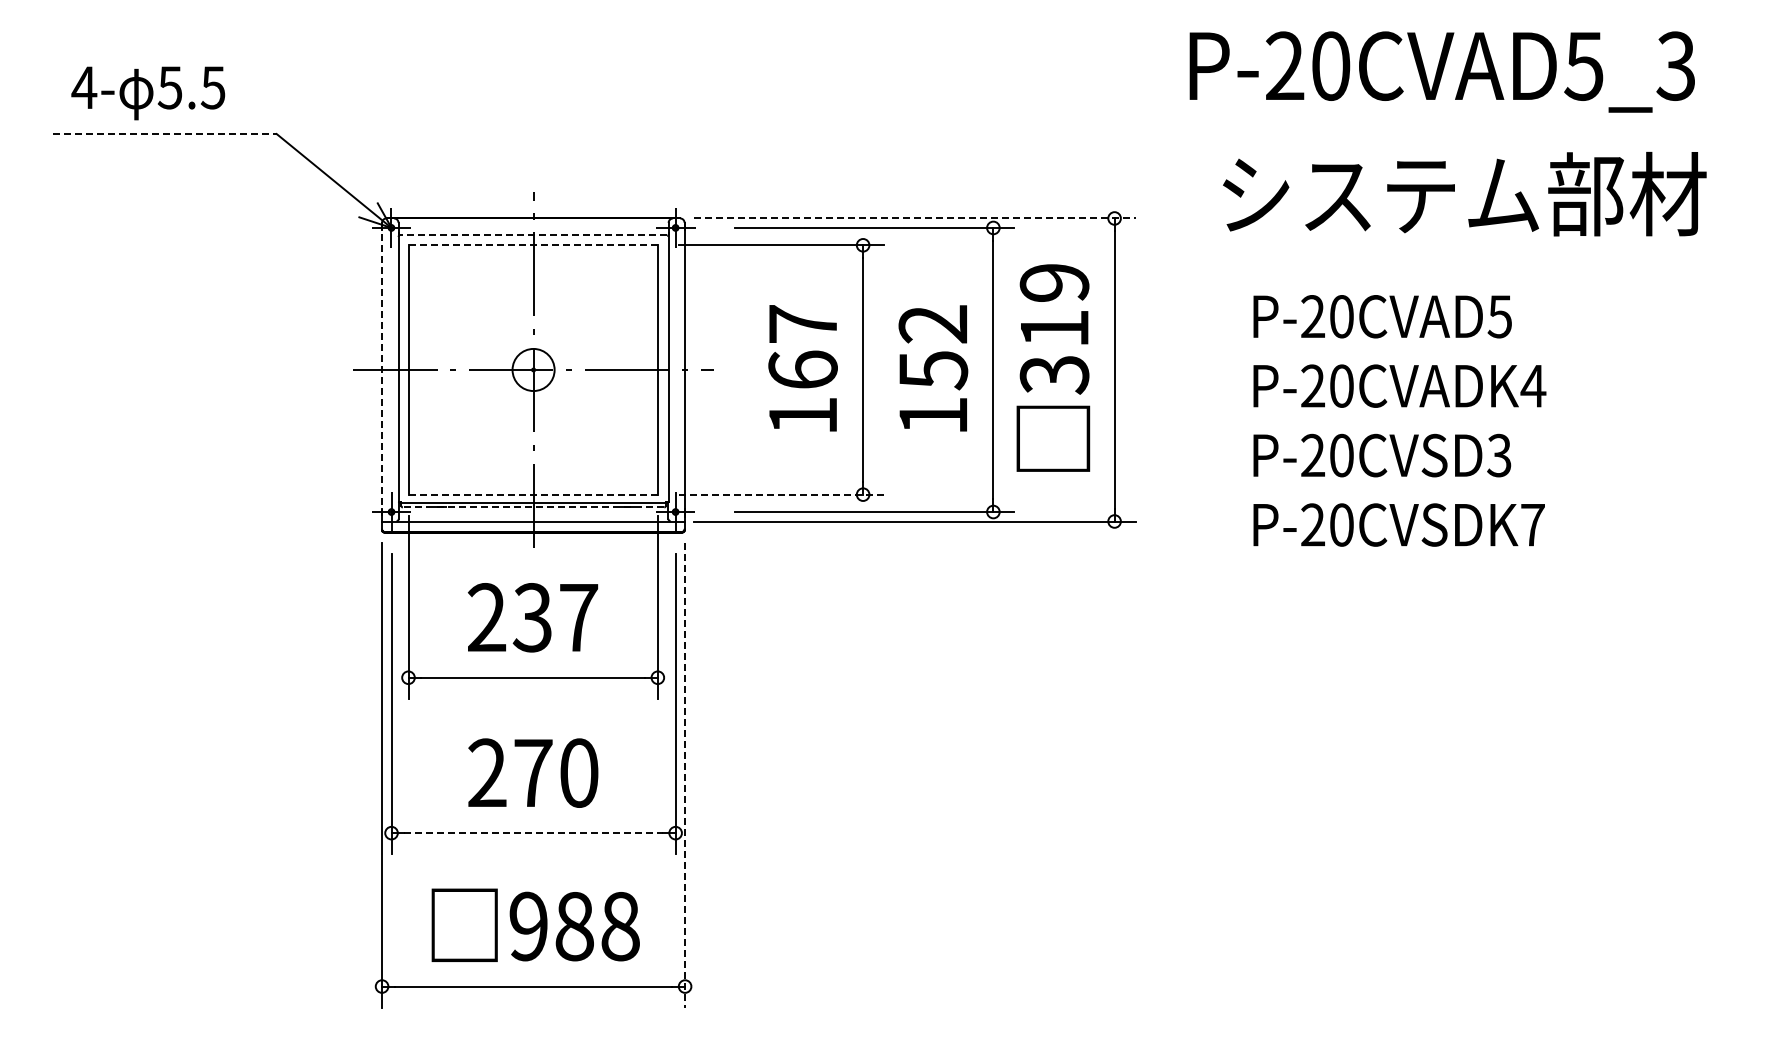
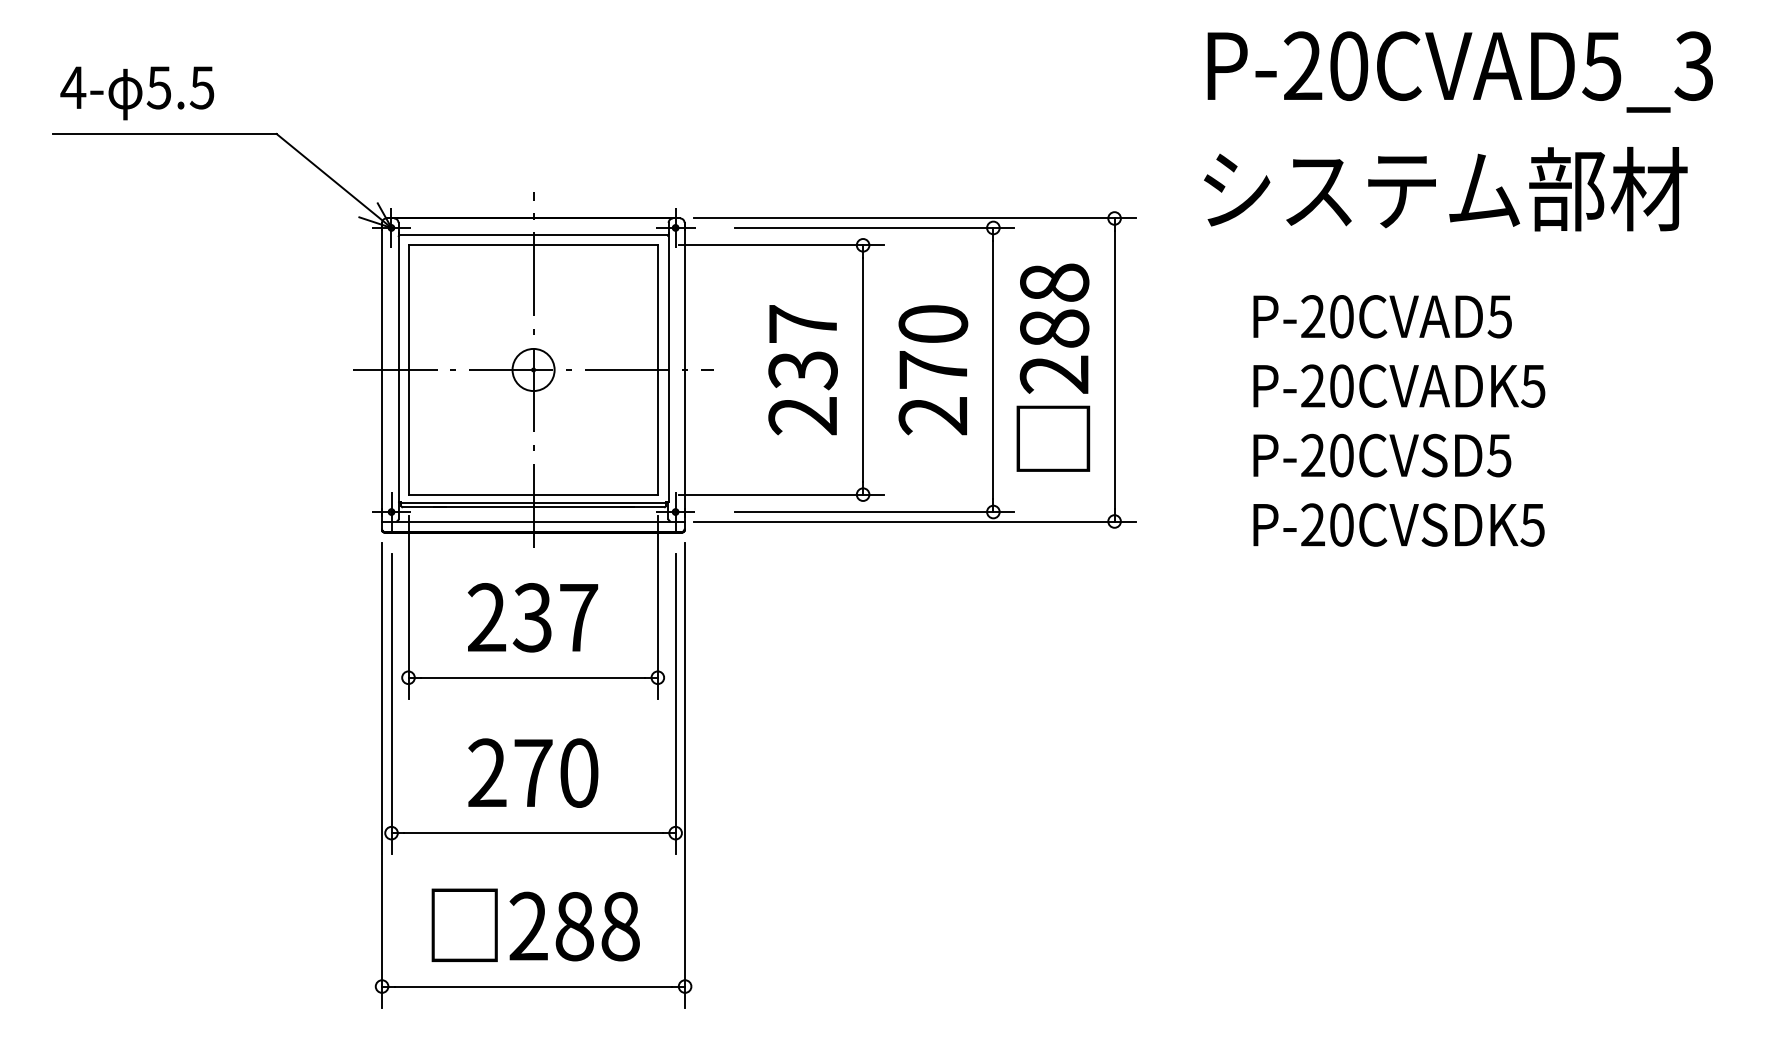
text at (1441, 71) position: (1441, 71) -> (1459, 71)
text at (148, 93) position: (148, 93) -> (137, 93)
line at (164, 133): dashed -> solid
text at (1464, 194) position: (1464, 194) -> (1445, 189)
line at (914, 218): dashed -> solid
line at (533, 235): dashed -> solid
line at (533, 245): dashed -> solid
text at (1054, 328): 319 -> 288
line at (382, 369): dashed -> solid
text at (933, 370): 152 -> 270
text at (1533, 386): P-20CVADK4 -> P-20CVADK5
text at (802, 392): 167 -> 237
text at (1499, 454): P-20CVSD3 -> P-20CVSD5
line at (533, 494): dashed -> solid
line at (781, 494): dashed -> solid
line at (533, 507): dashed -> solid
text at (1532, 525): P-20CVSDK7 -> P-20CVSDK5
line at (685, 775): dashed -> solid
line at (534, 833): dashed -> solid
text at (528, 926): 988 -> 288
